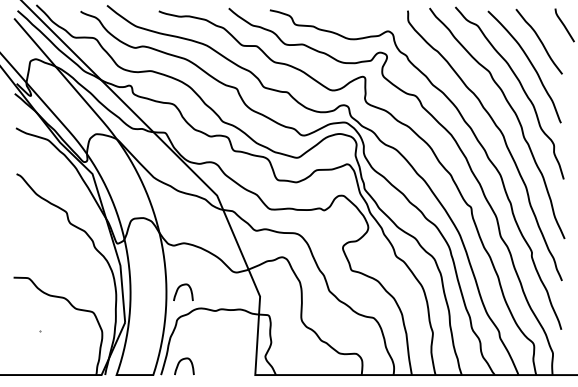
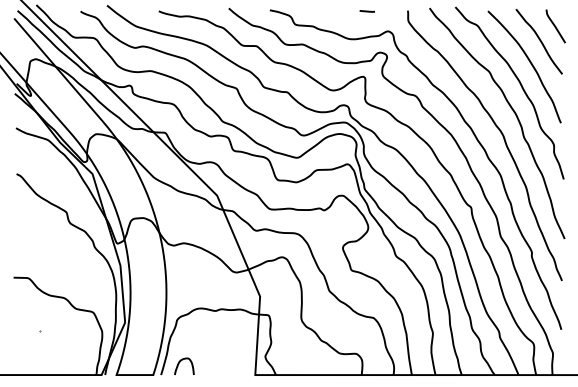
line at (366, 11): none -> present
curve at (564, 25) position: (564, 25) -> (555, 26)
curve at (178, 290): present -> none
